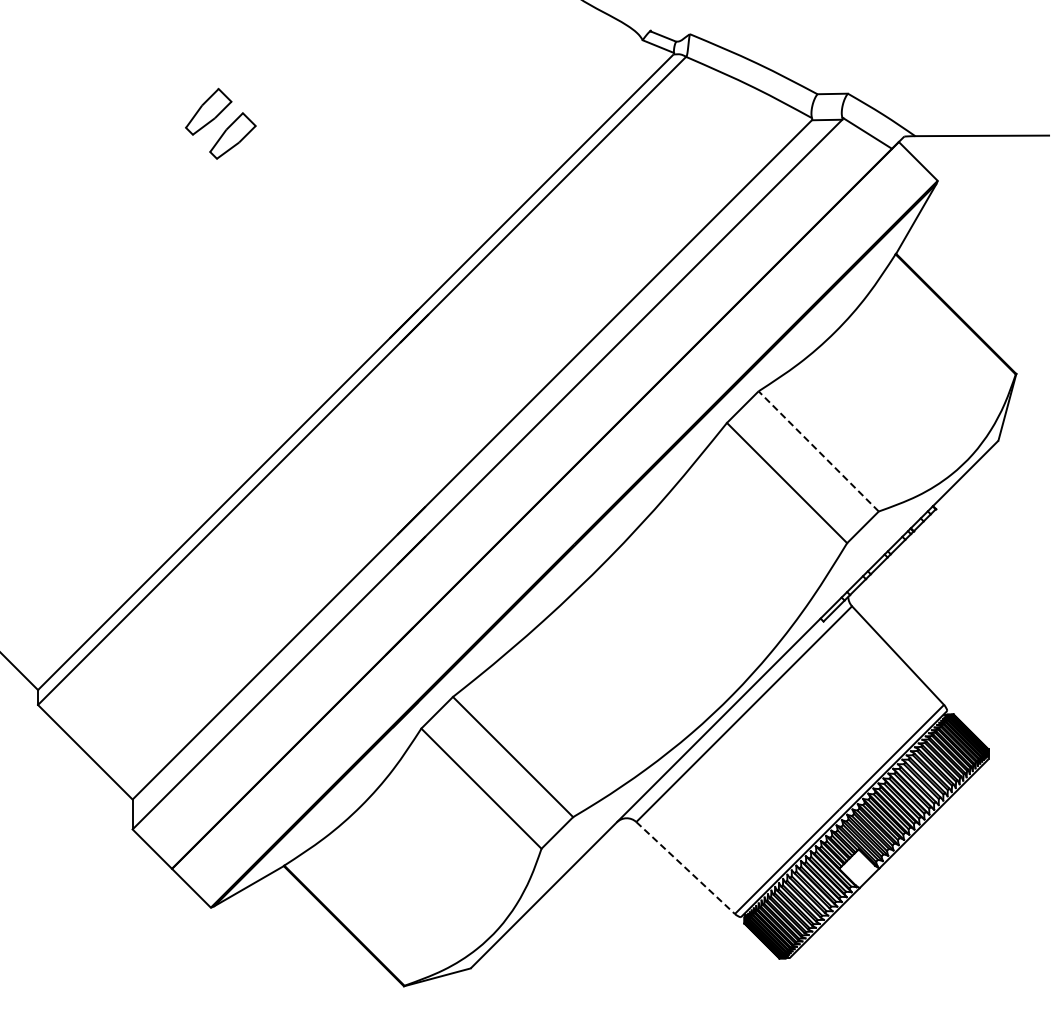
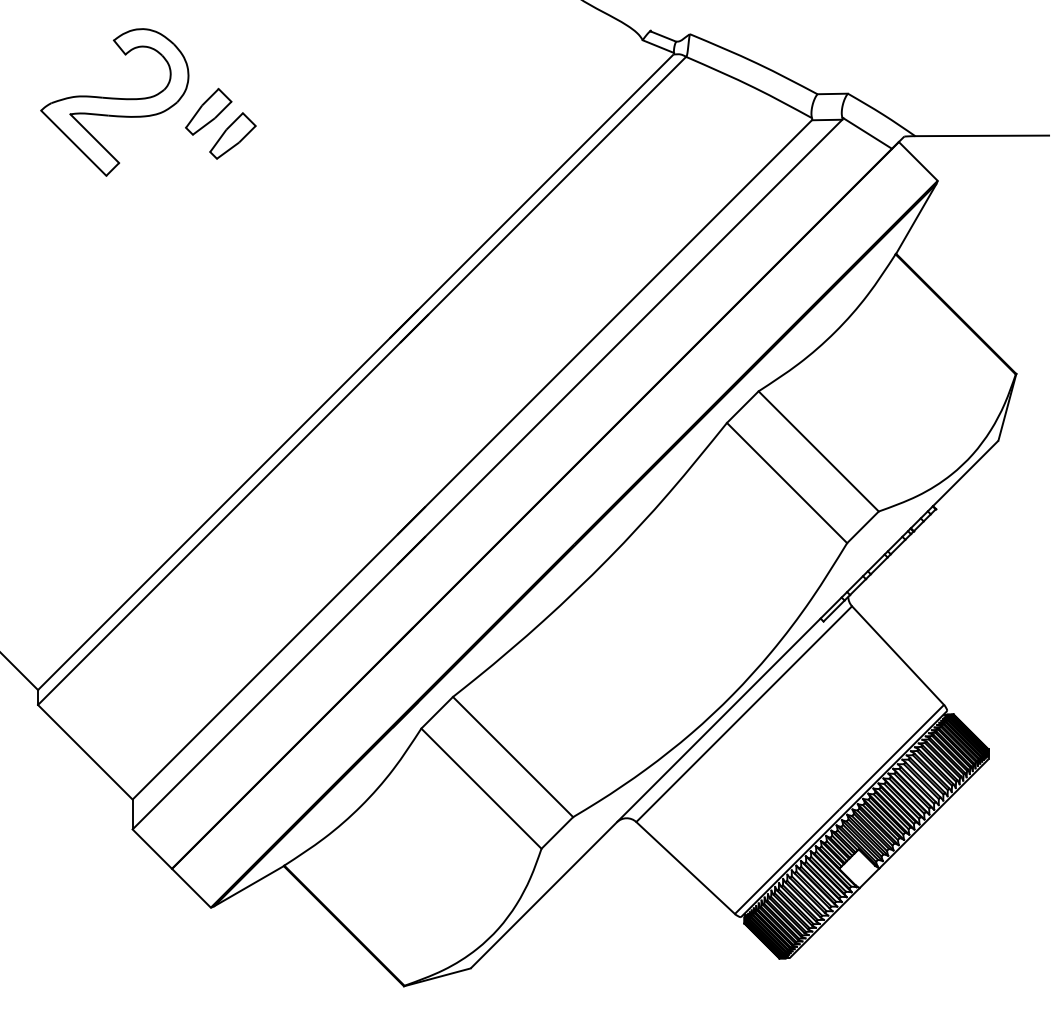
part at (114, 102): none -> present
line at (818, 451): dashed -> solid
line at (686, 868): dashed -> solid
